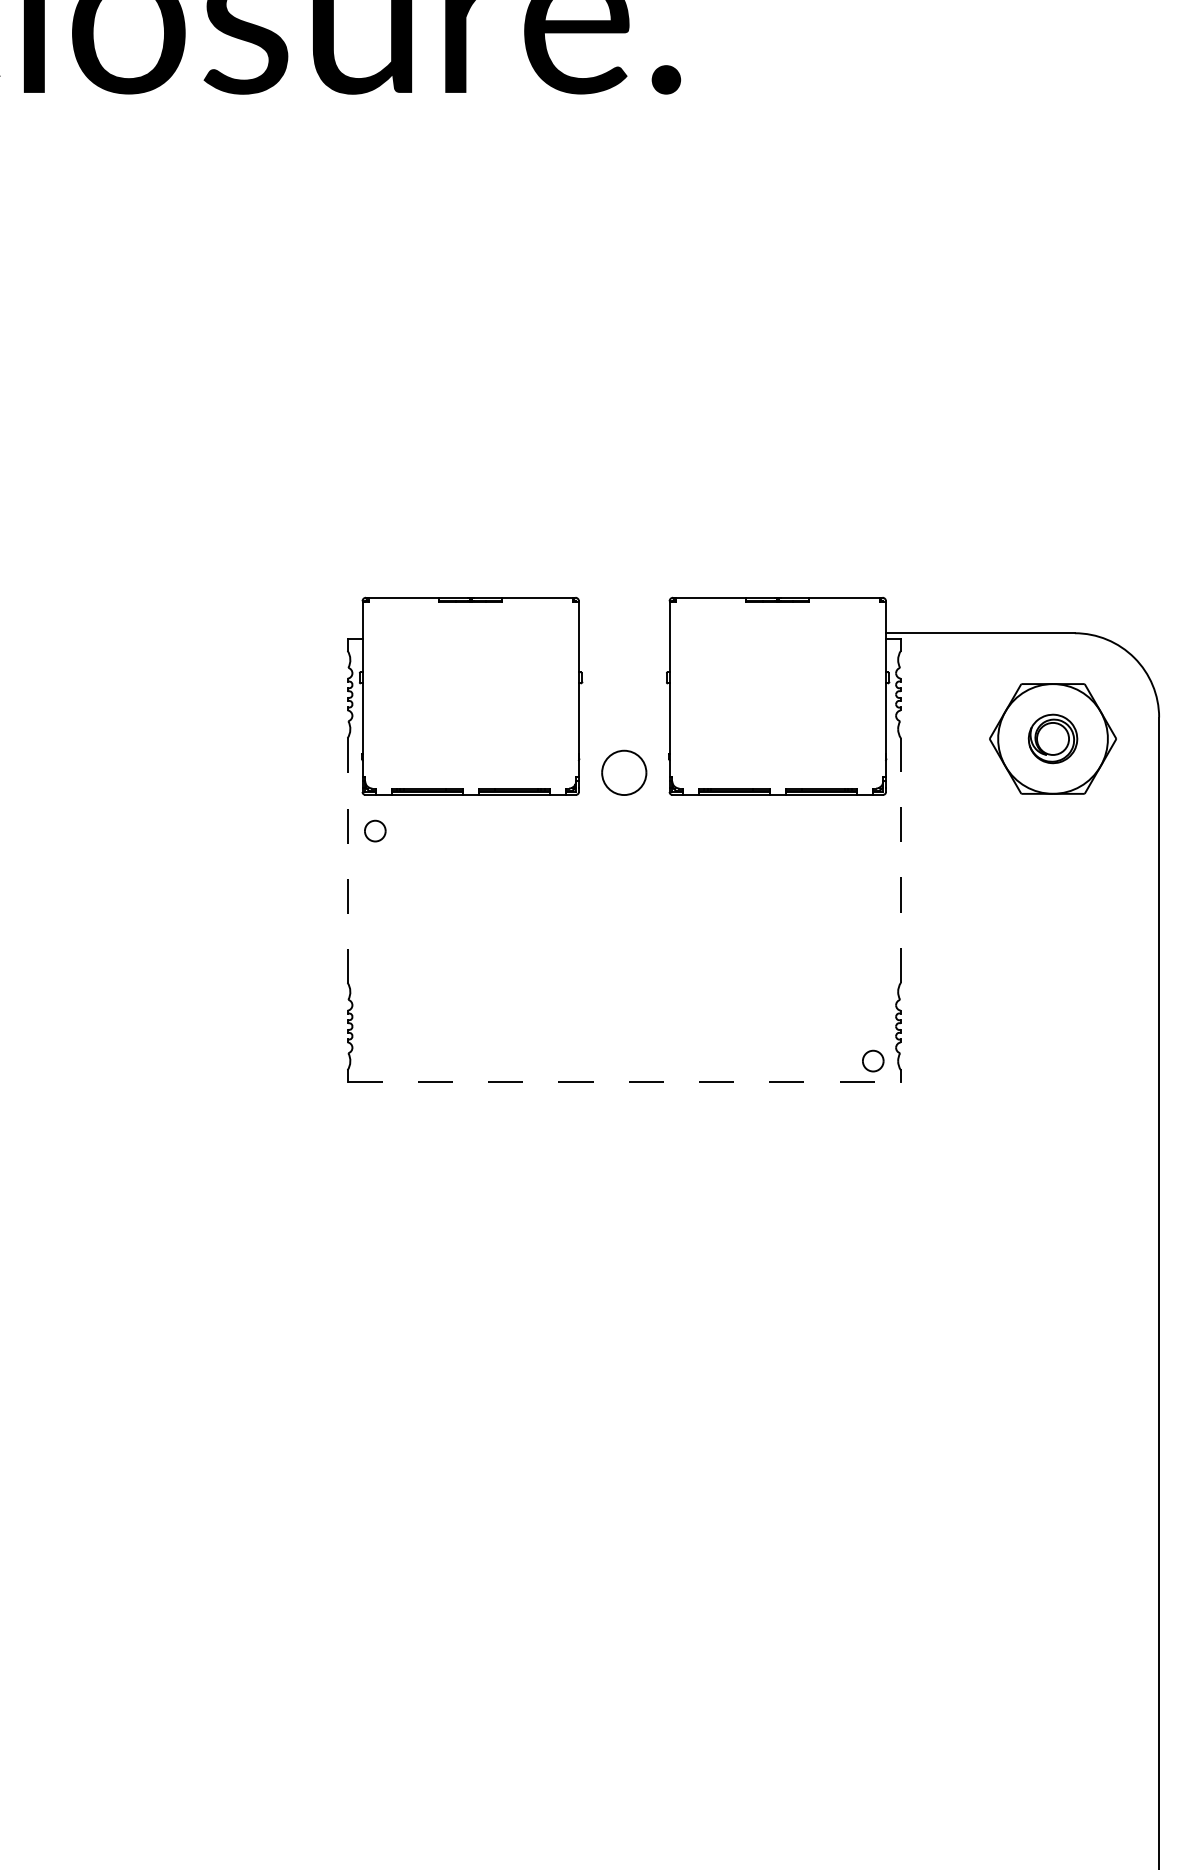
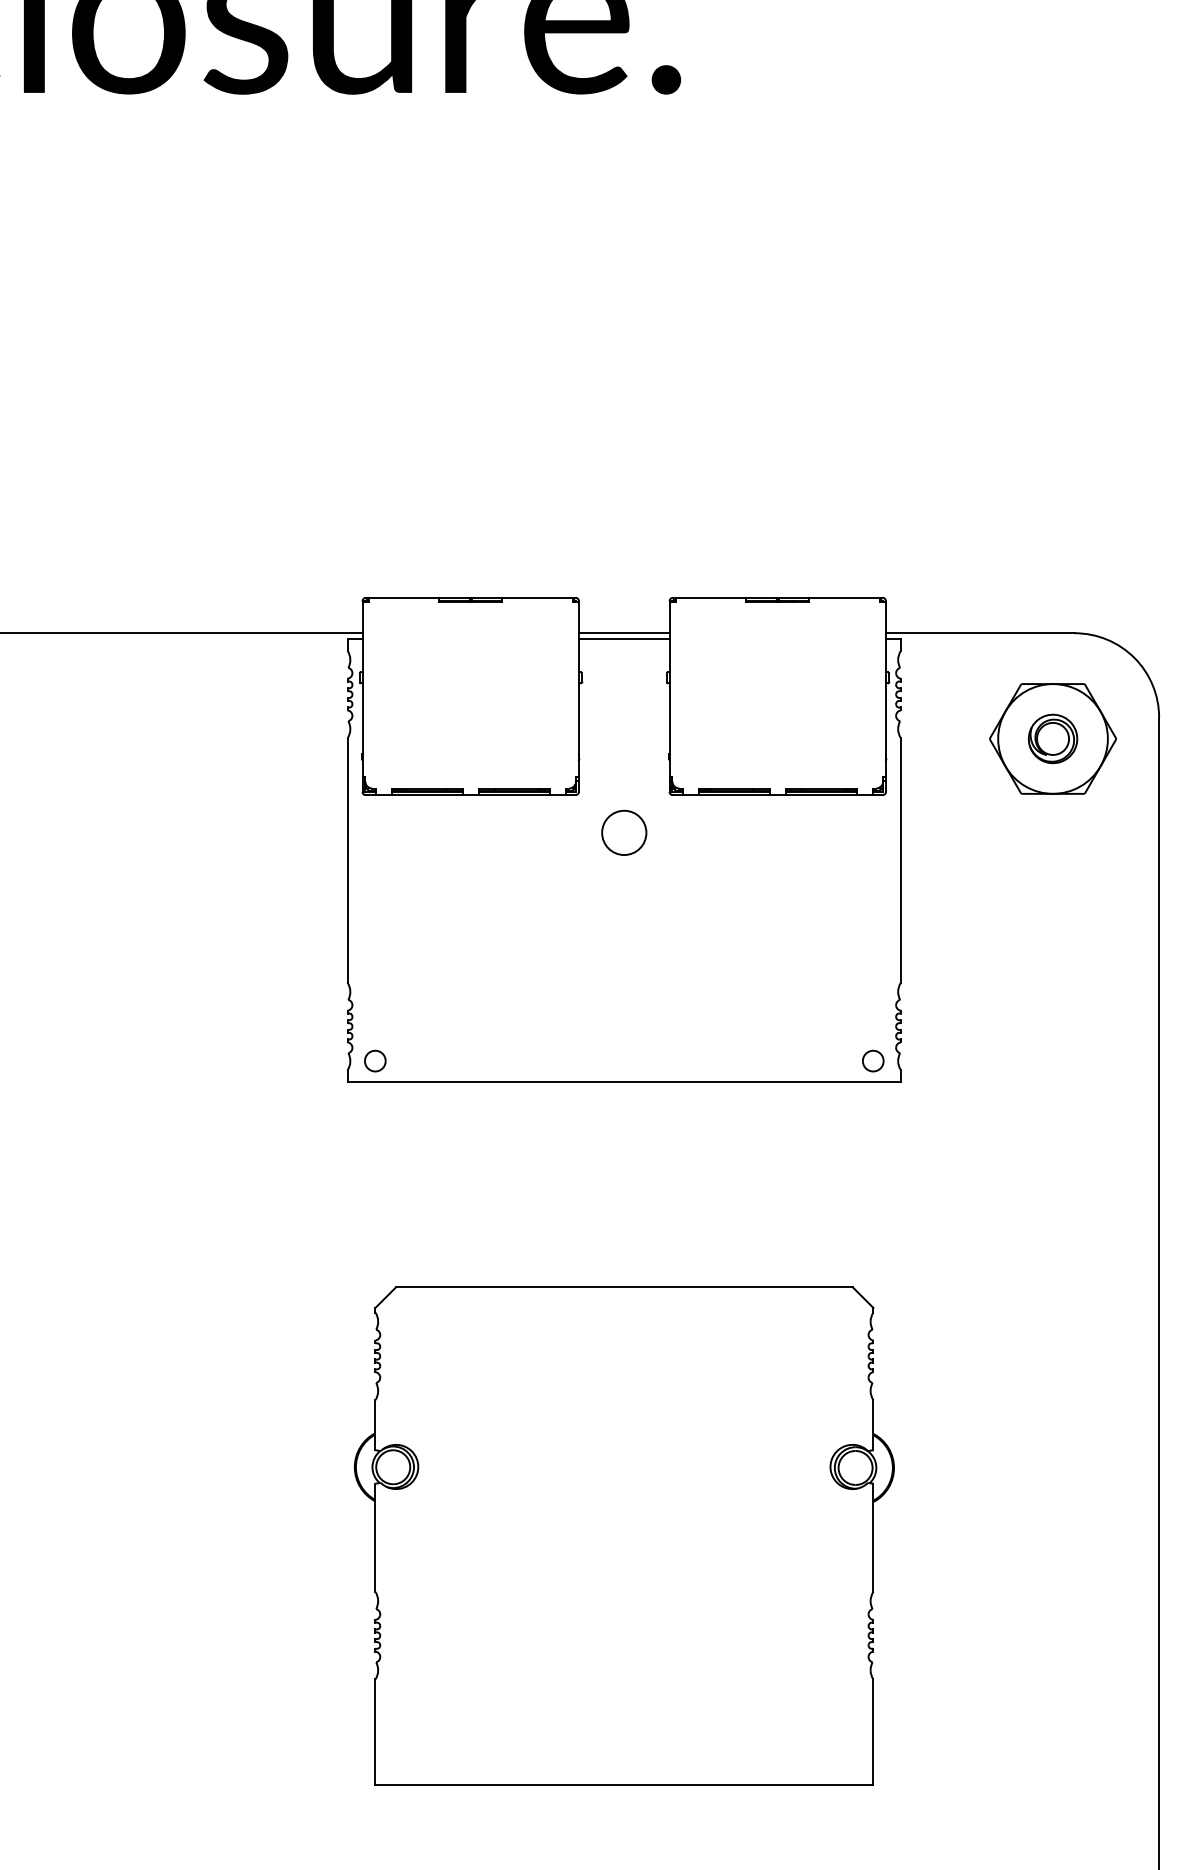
line at (182, 633): none -> present
line at (623, 633): none -> present
line at (623, 639): none -> present
part at (624, 772) position: (624, 772) -> (624, 832)
part at (375, 830) position: (375, 830) -> (375, 1060)
line at (900, 860): dashed -> solid
line at (347, 861): dashed -> solid
line at (624, 1081): dashed -> solid
part at (623, 1535): none -> present
